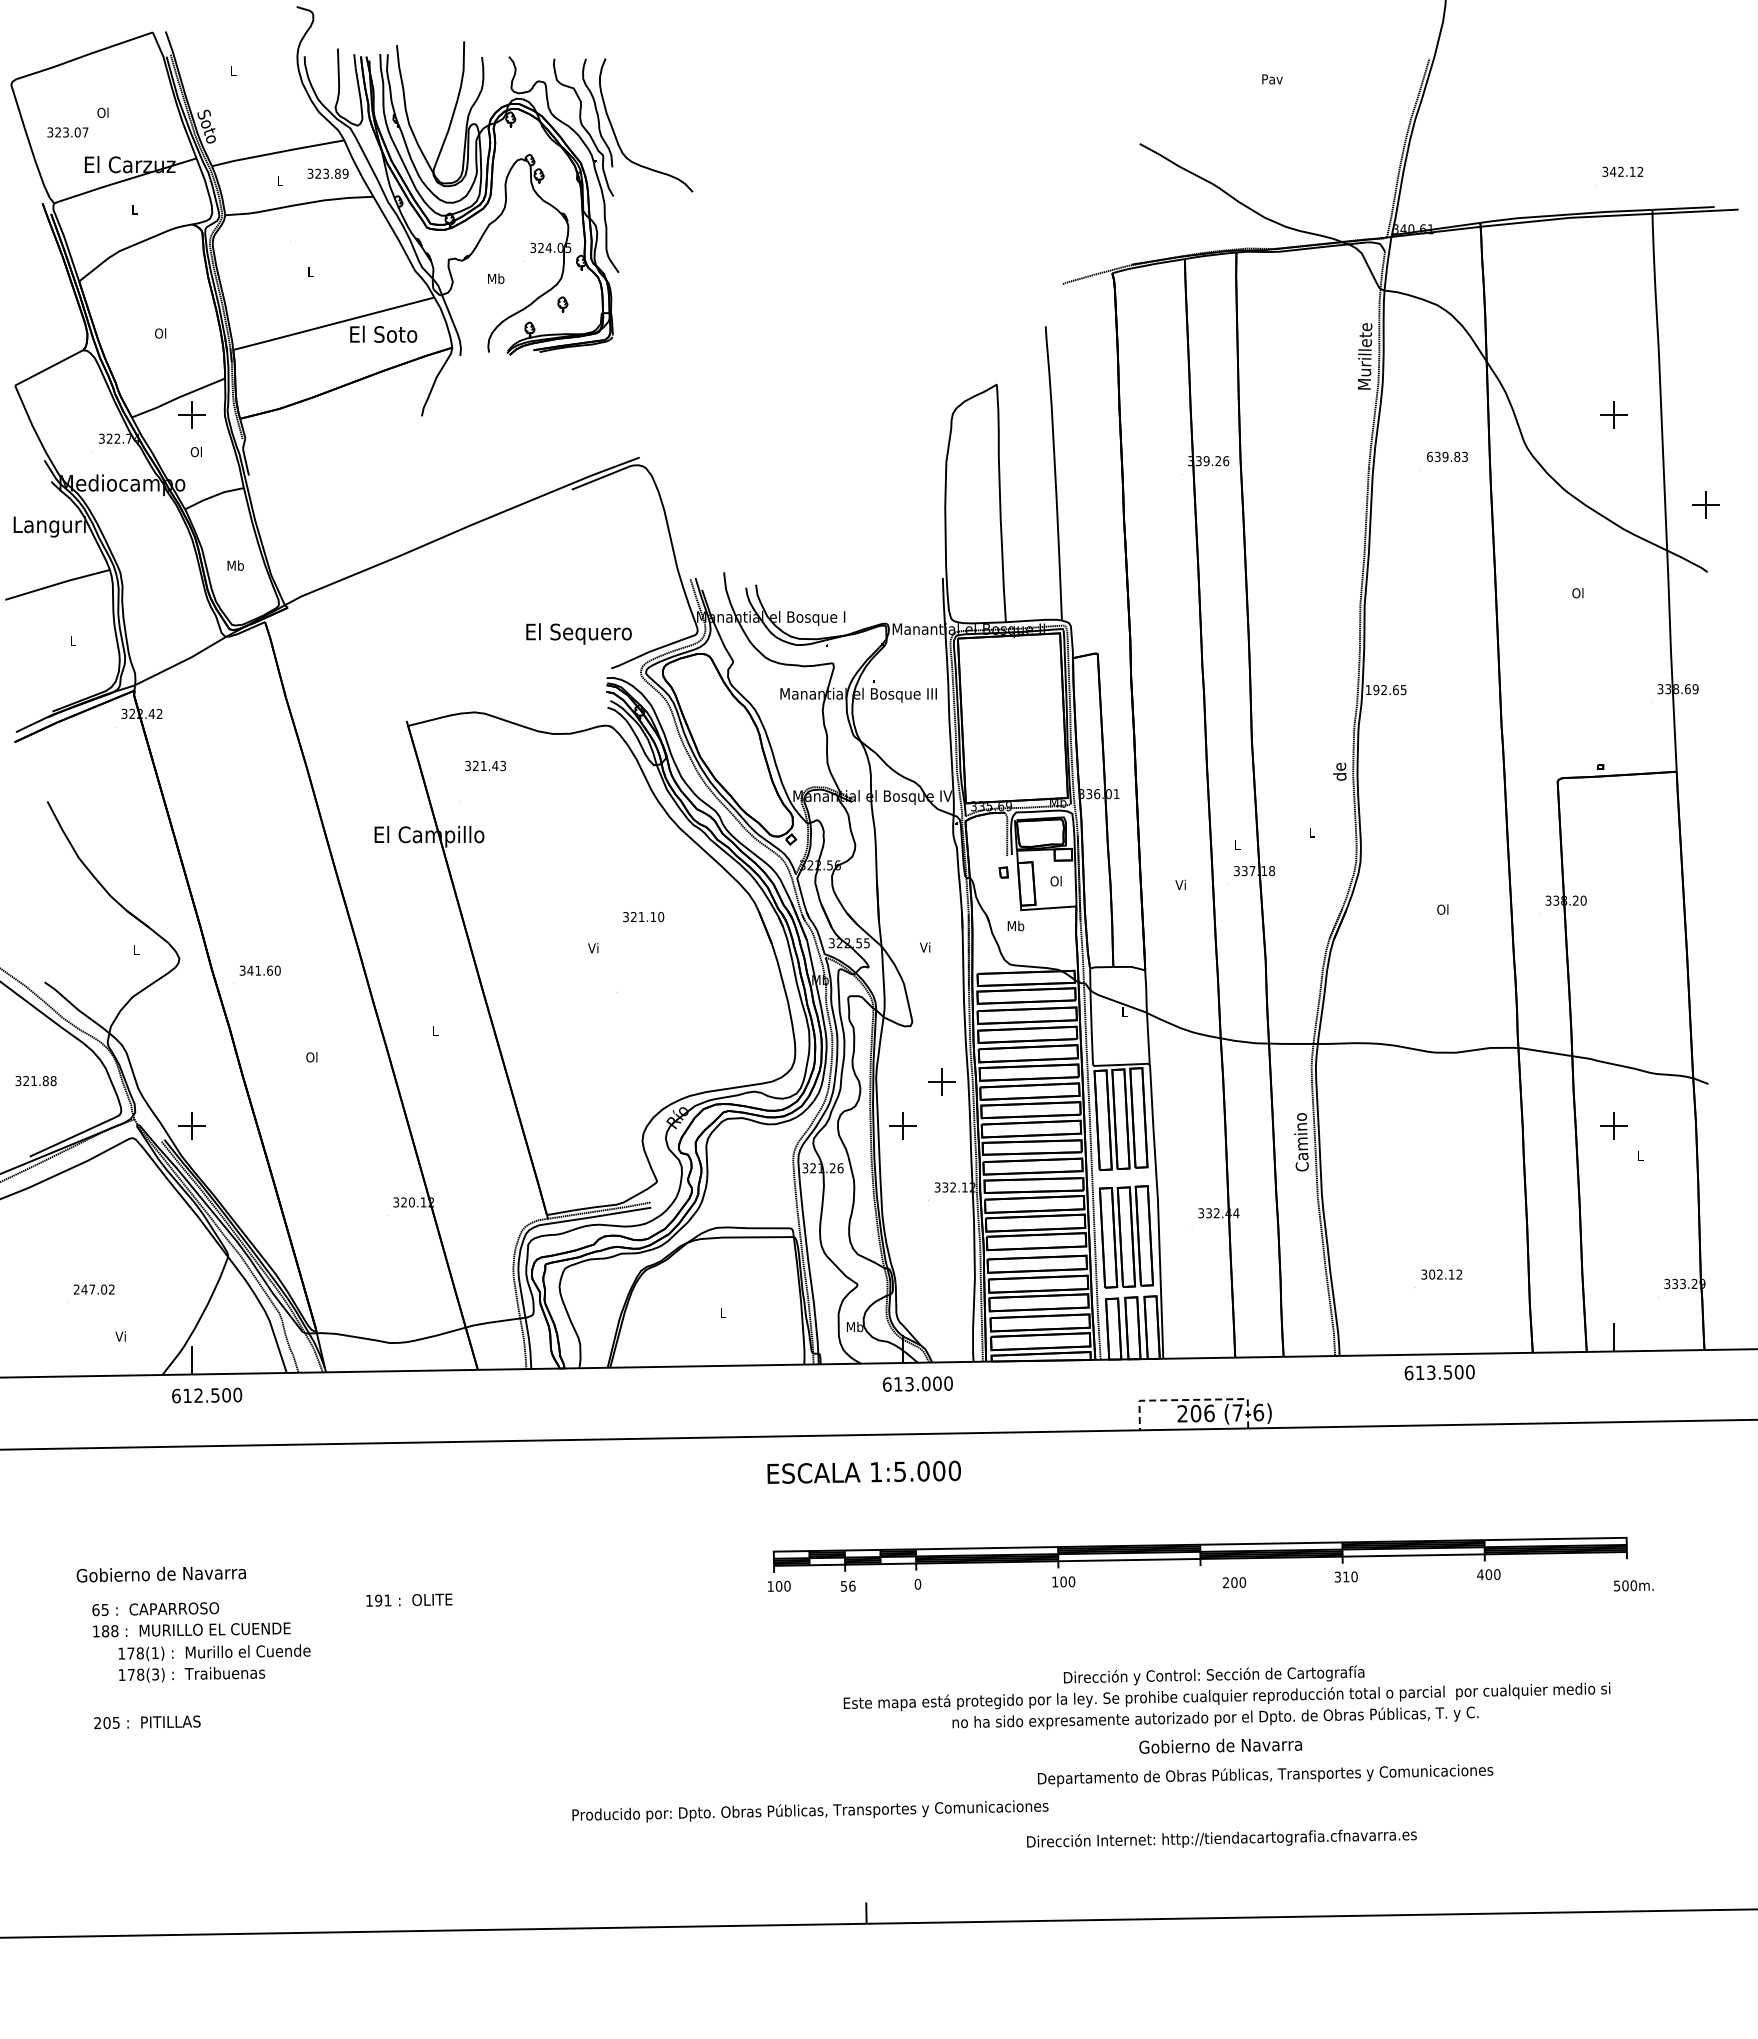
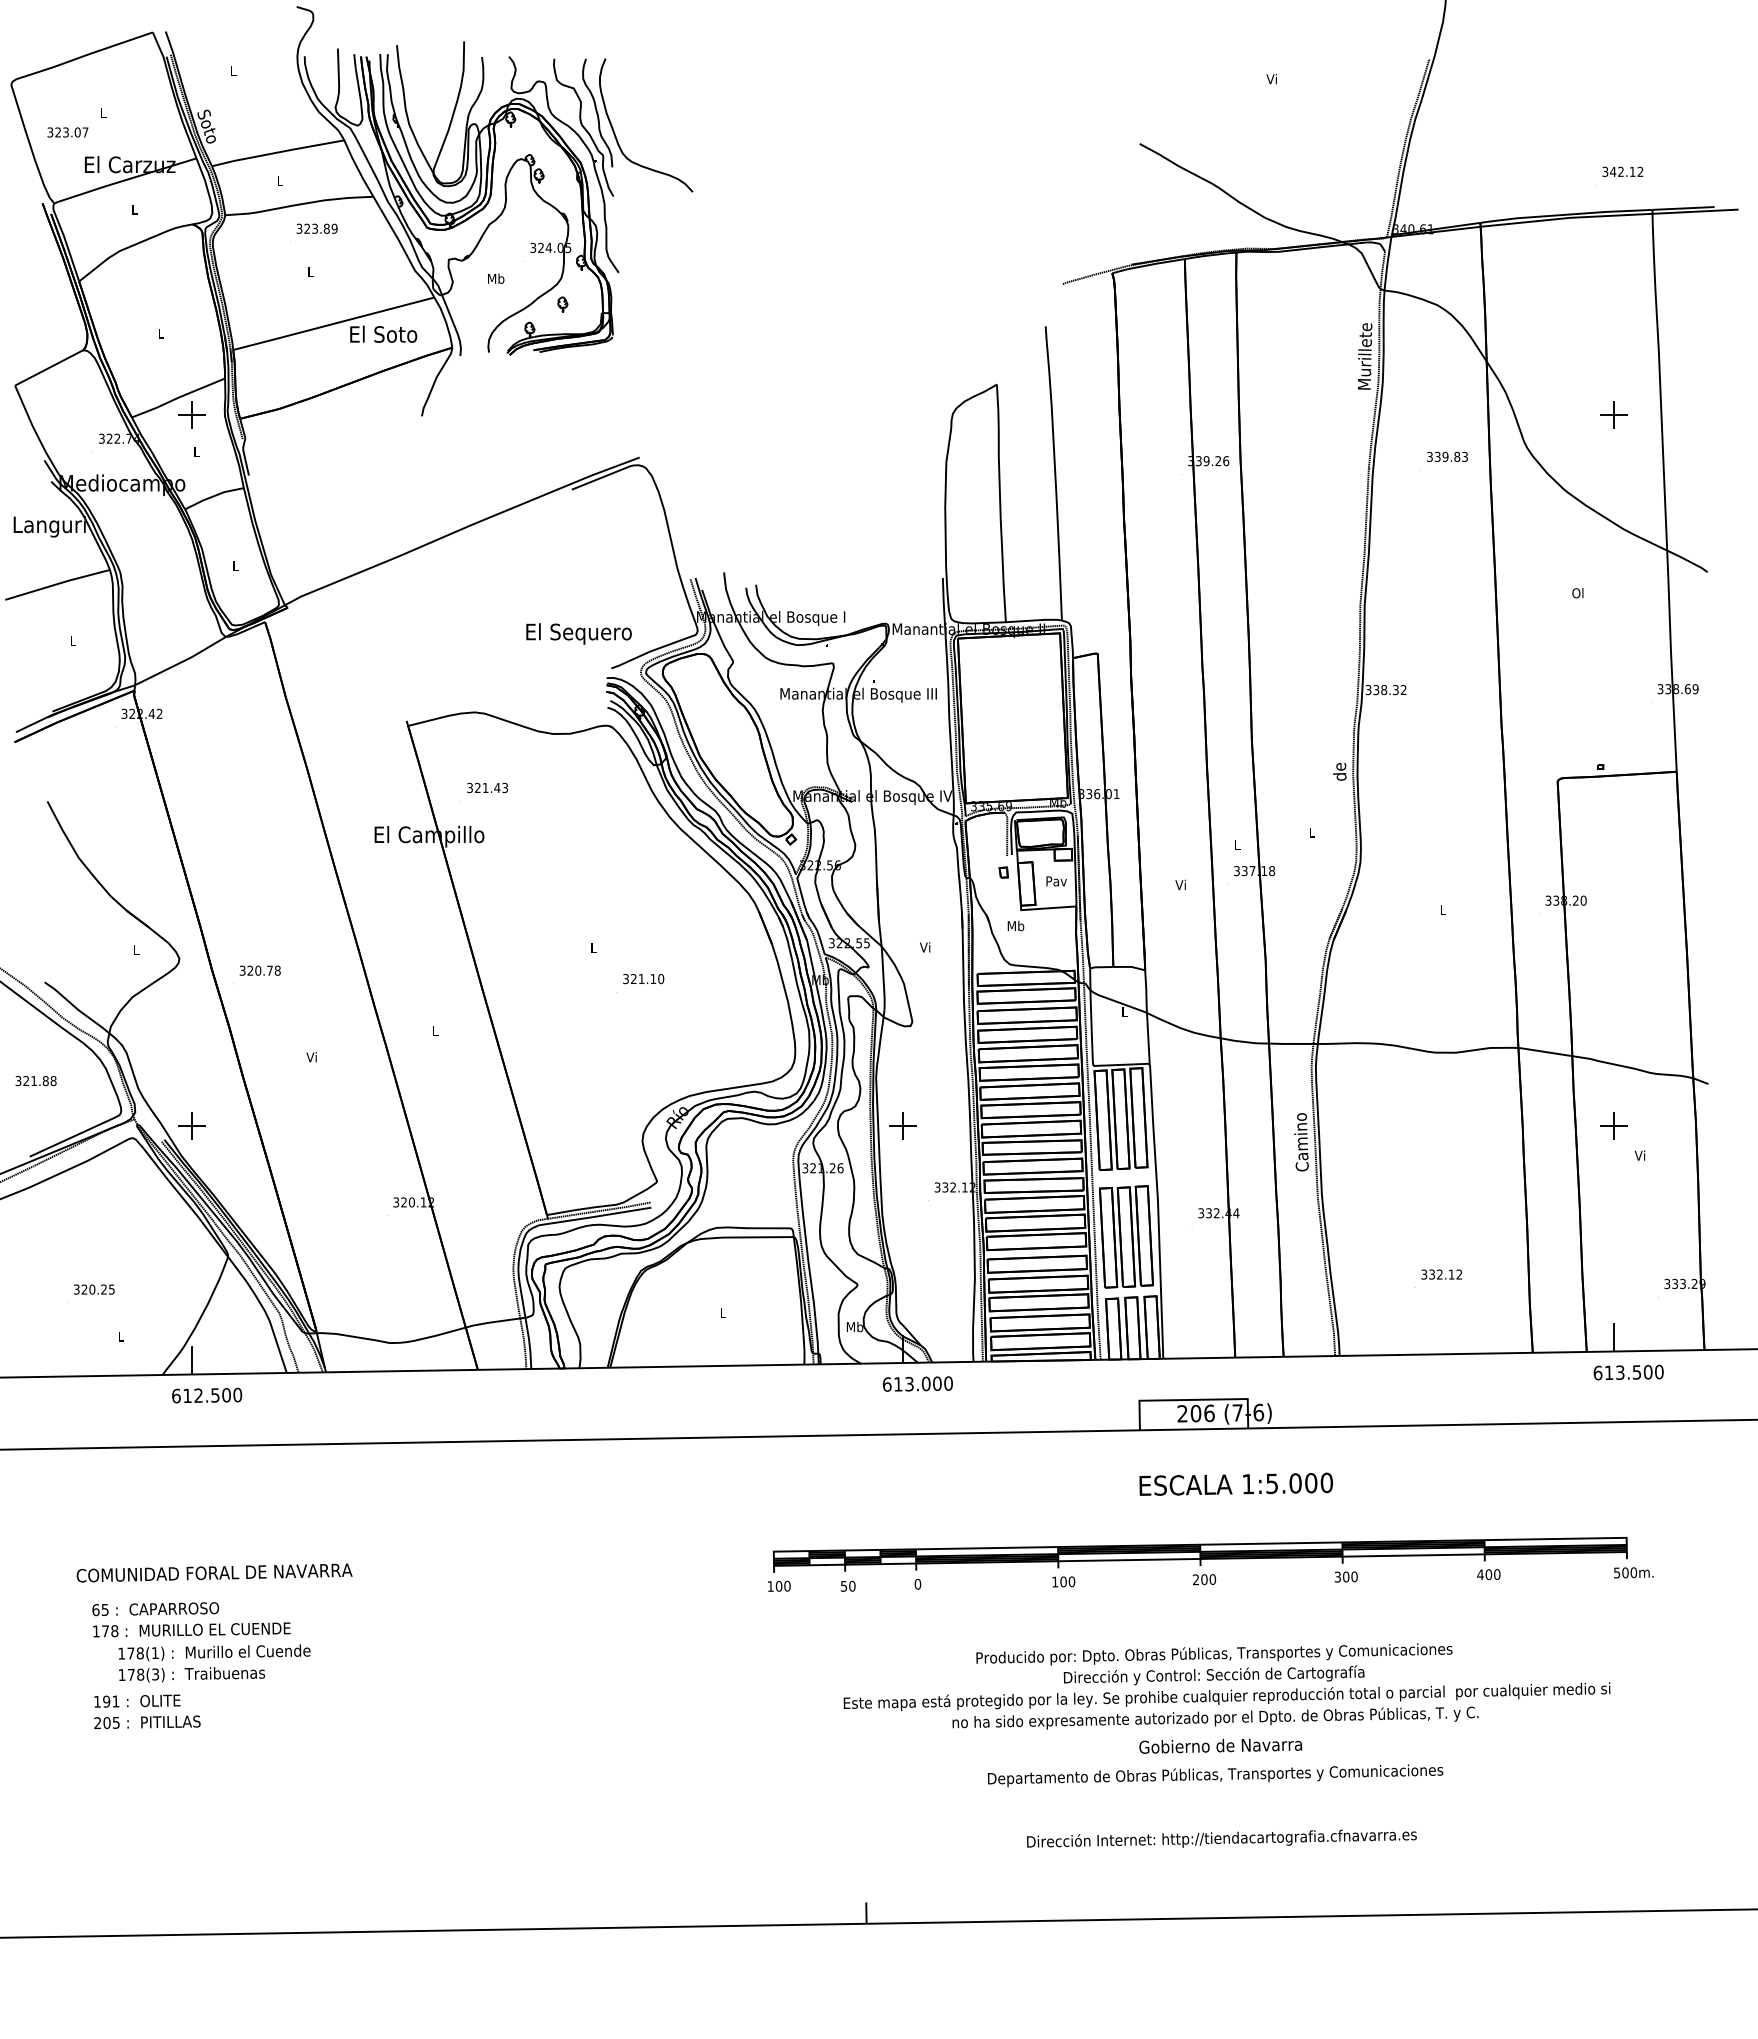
text at (1272, 79): Pav -> Vi
text at (102, 112): Ol -> L
text at (327, 173) position: (327, 173) -> (316, 228)
text at (160, 333): Ol -> L
text at (195, 451): Ol -> L
text at (1429, 456): 639.83 -> 339.83
part at (1705, 504): present -> none
text at (235, 565): Mb -> L
text at (1385, 690): 192.65 -> 338.32
text at (485, 765) position: (485, 765) -> (487, 787)
text at (1056, 881): Ol -> Pav
text at (1442, 909): Ol -> L
text at (643, 917) position: (643, 917) -> (643, 979)
text at (593, 948): Vi -> L
text at (263, 970): 341.60 -> 320.78
text at (311, 1057): Ol -> Vi
part at (941, 1081): present -> none
text at (1639, 1155): L -> Vi
text at (1432, 1274): 302.12 -> 332.12
text at (93, 1289): 247.02 -> 320.25
text at (120, 1336): Vi -> L
text at (1439, 1372) position: (1439, 1372) -> (1628, 1372)
line at (1193, 1399): dashed -> solid
text at (863, 1471) position: (863, 1471) -> (1235, 1483)
text at (217, 1572): Gobierno de Navarra -> COMUNIDAD FORAL DE NAVARRA
text at (1346, 1576): 310 -> 300
text at (1234, 1582) position: (1234, 1582) -> (1204, 1579)
text at (852, 1585): 56 -> 50
text at (1633, 1585) position: (1633, 1585) -> (1633, 1572)
text at (409, 1599) position: (409, 1599) -> (137, 1700)
text at (105, 1631): 188 -> 178
text at (1265, 1775) position: (1265, 1775) -> (1215, 1775)
text at (810, 1811) position: (810, 1811) -> (1214, 1654)
